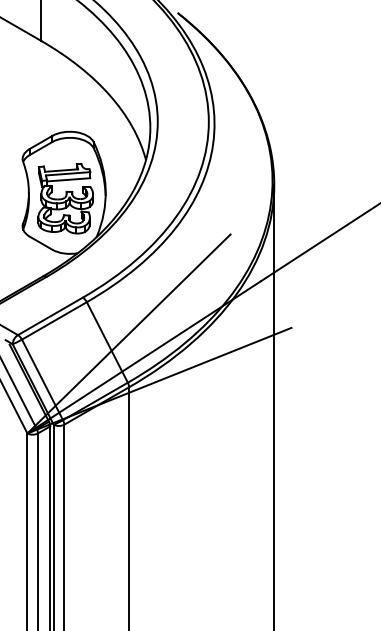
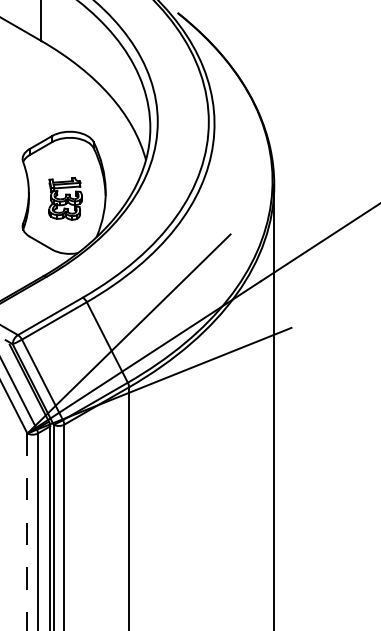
part at (65, 198) size: 57x72 px -> 35x44 px
line at (27, 532): solid -> dashed
